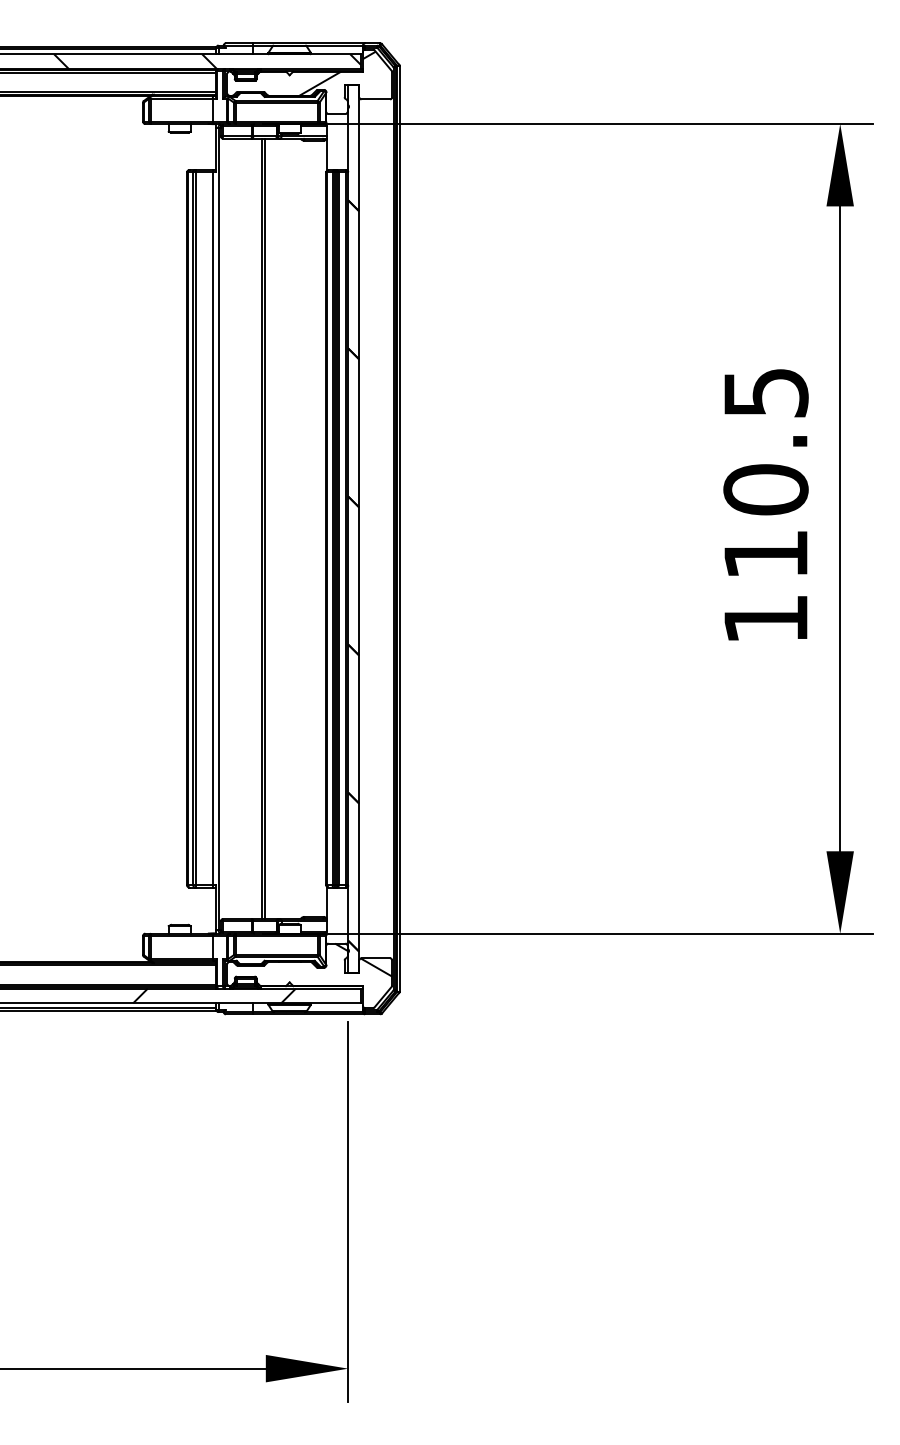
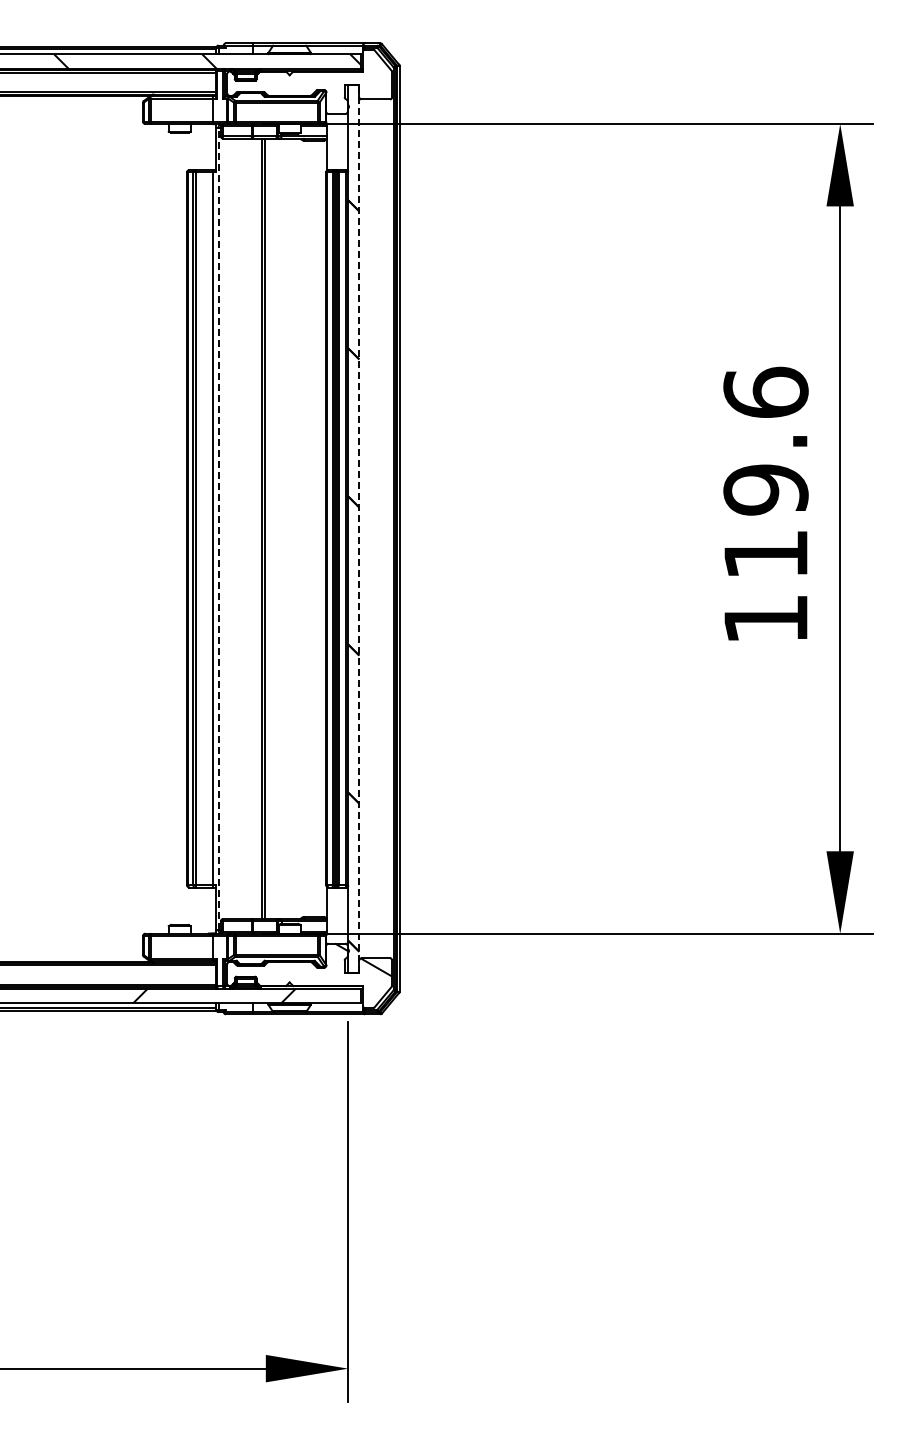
hatch at (337, 73): present -> none
text at (765, 440): 110.5 -> 119.6
line at (218, 528): solid -> dashed
line at (359, 528): solid -> dashed
